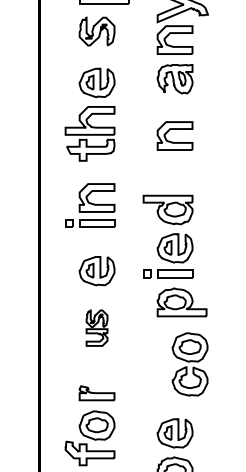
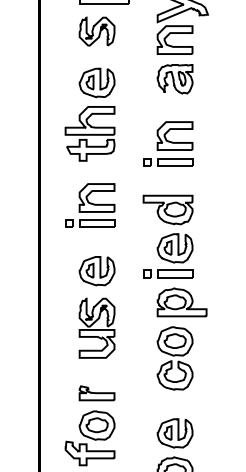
part at (168, 162): none -> present
part at (96, 327) size: 24x38 px -> 38x62 px
part at (189, 364) position: (189, 364) -> (174, 358)
